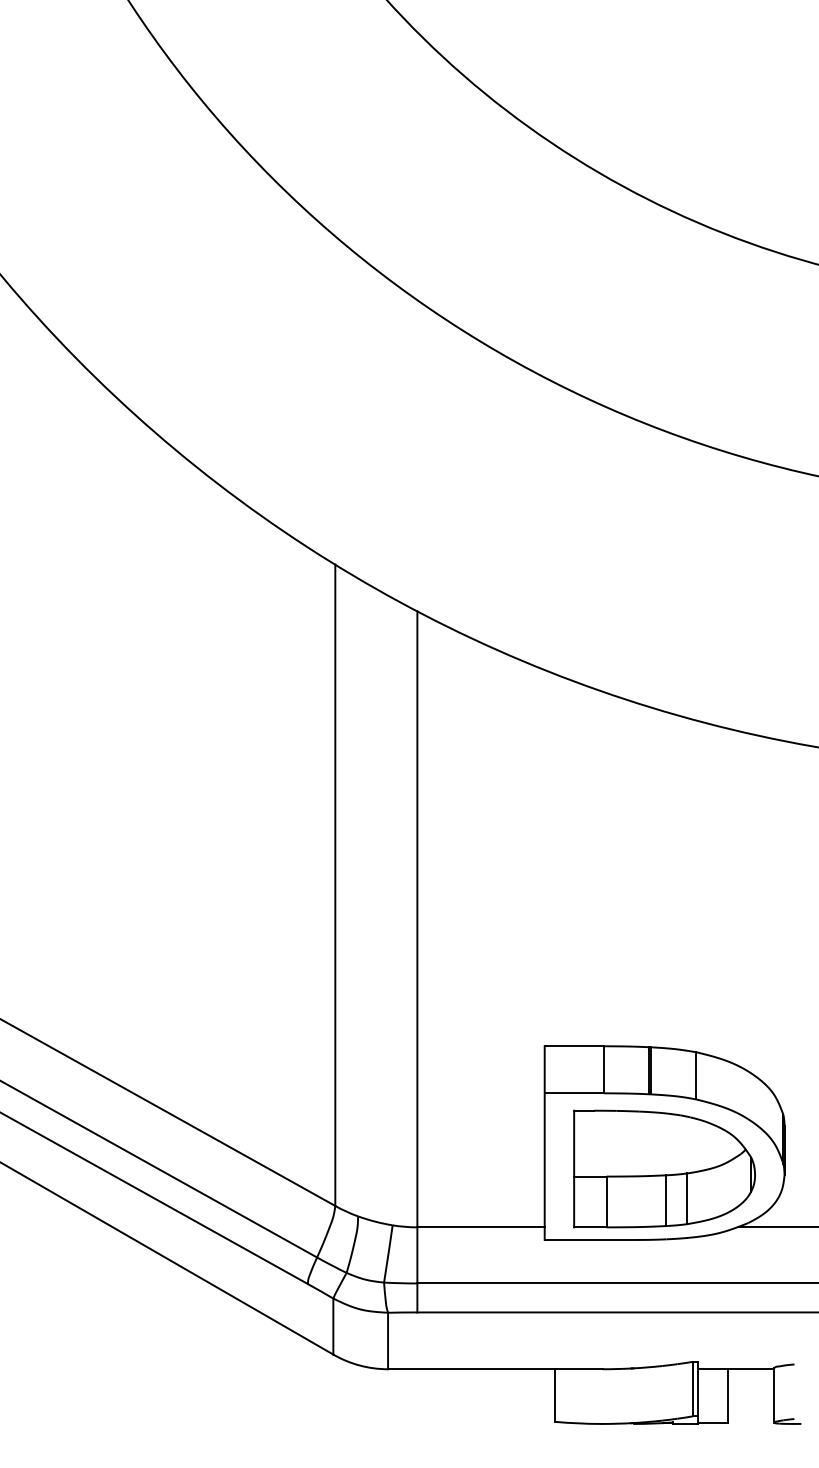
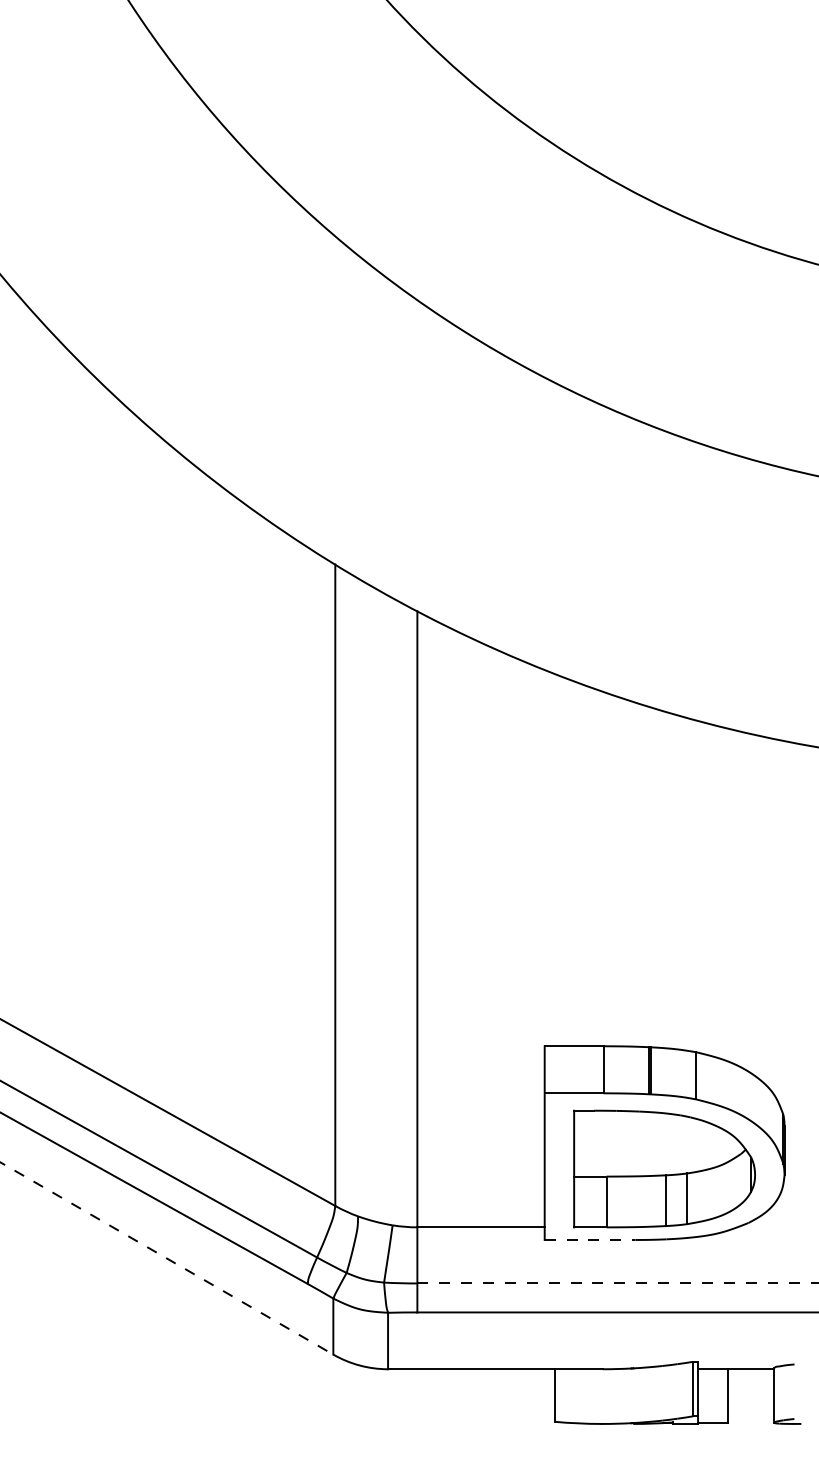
line at (776, 1227): present -> none
line at (590, 1239): solid -> dashed
line at (167, 1258): solid -> dashed
line at (618, 1283): solid -> dashed
